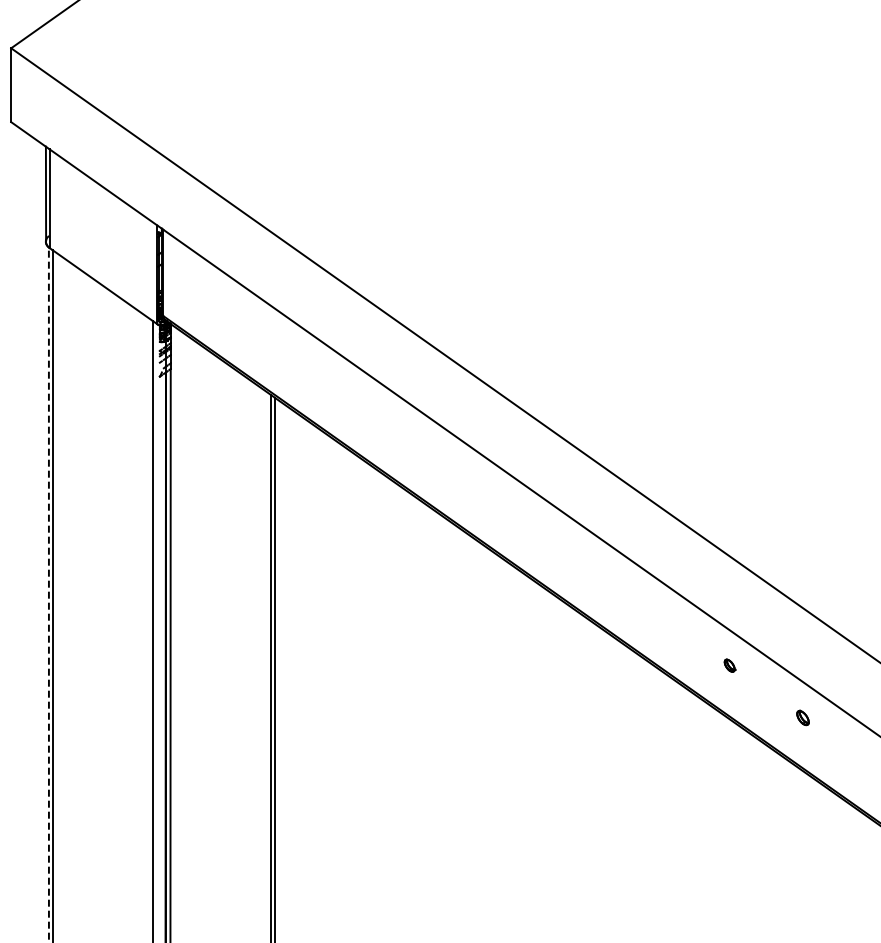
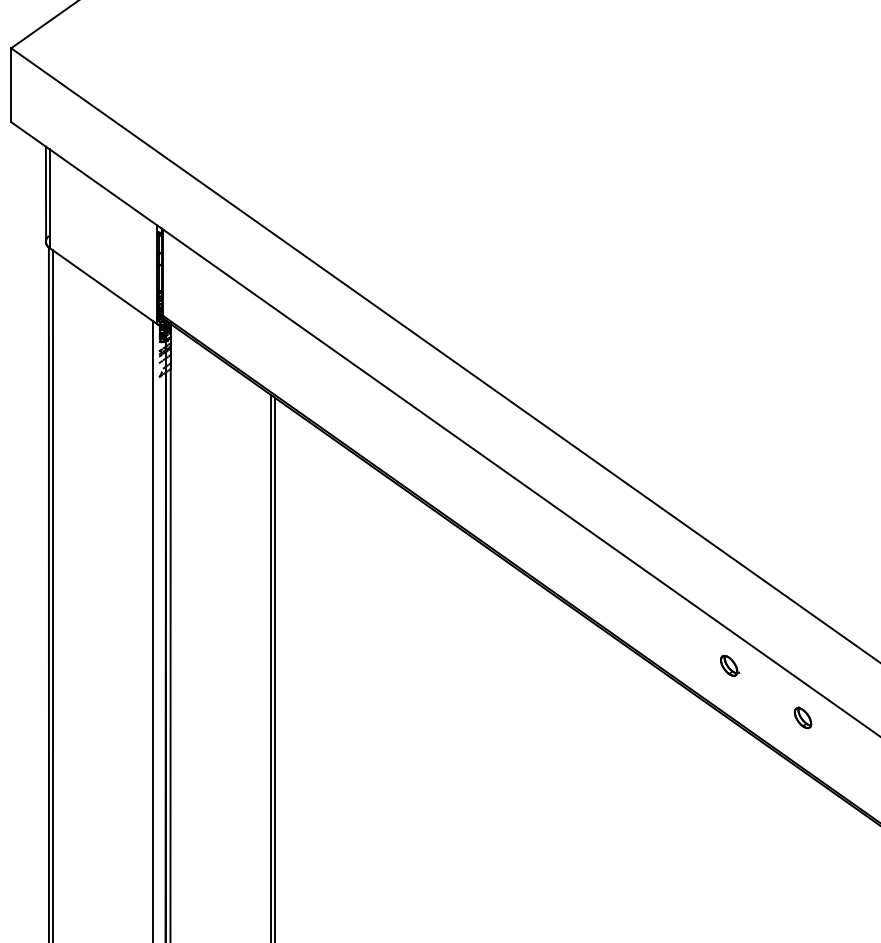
line at (48, 594): dashed -> solid
part at (729, 665) size: 14x15 px -> 21x23 px
part at (802, 717) size: 14x18 px -> 20x24 px
